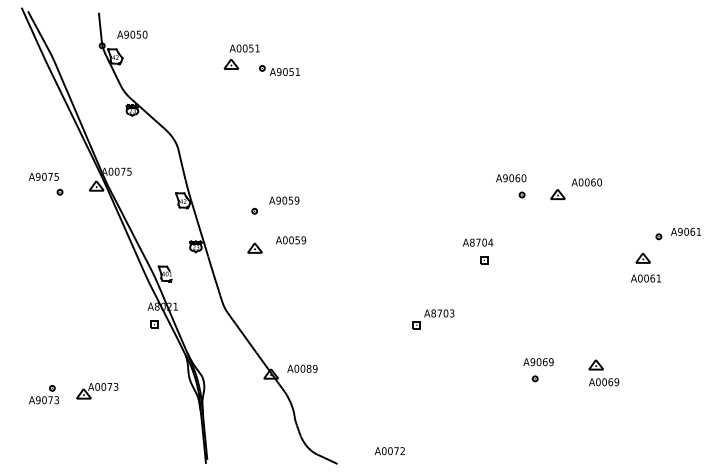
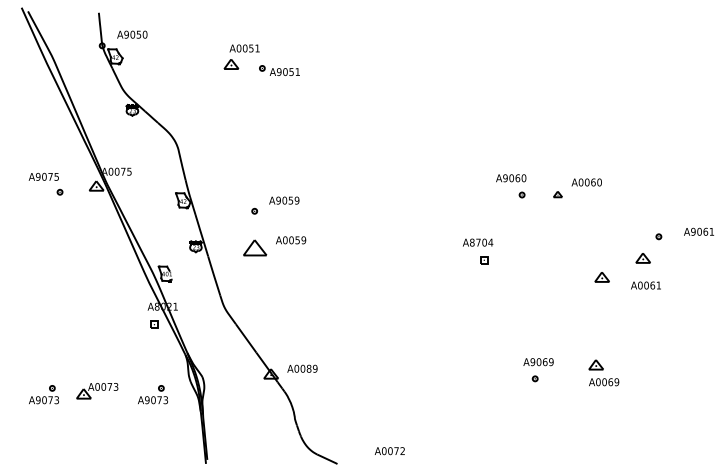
part at (557, 194) size: 16x11 px -> 10x8 px
text at (685, 231) position: (685, 231) -> (698, 231)
part at (254, 248) size: 16x11 px -> 25x18 px
part at (601, 277): none -> present
text at (645, 278) position: (645, 278) -> (645, 285)
part at (433, 319): present -> none
part at (152, 394): none -> present
